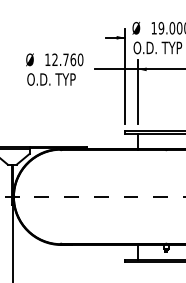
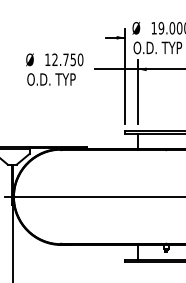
text at (73, 59): 12.760 -> 12.750
line at (95, 196): dashed -> solid
